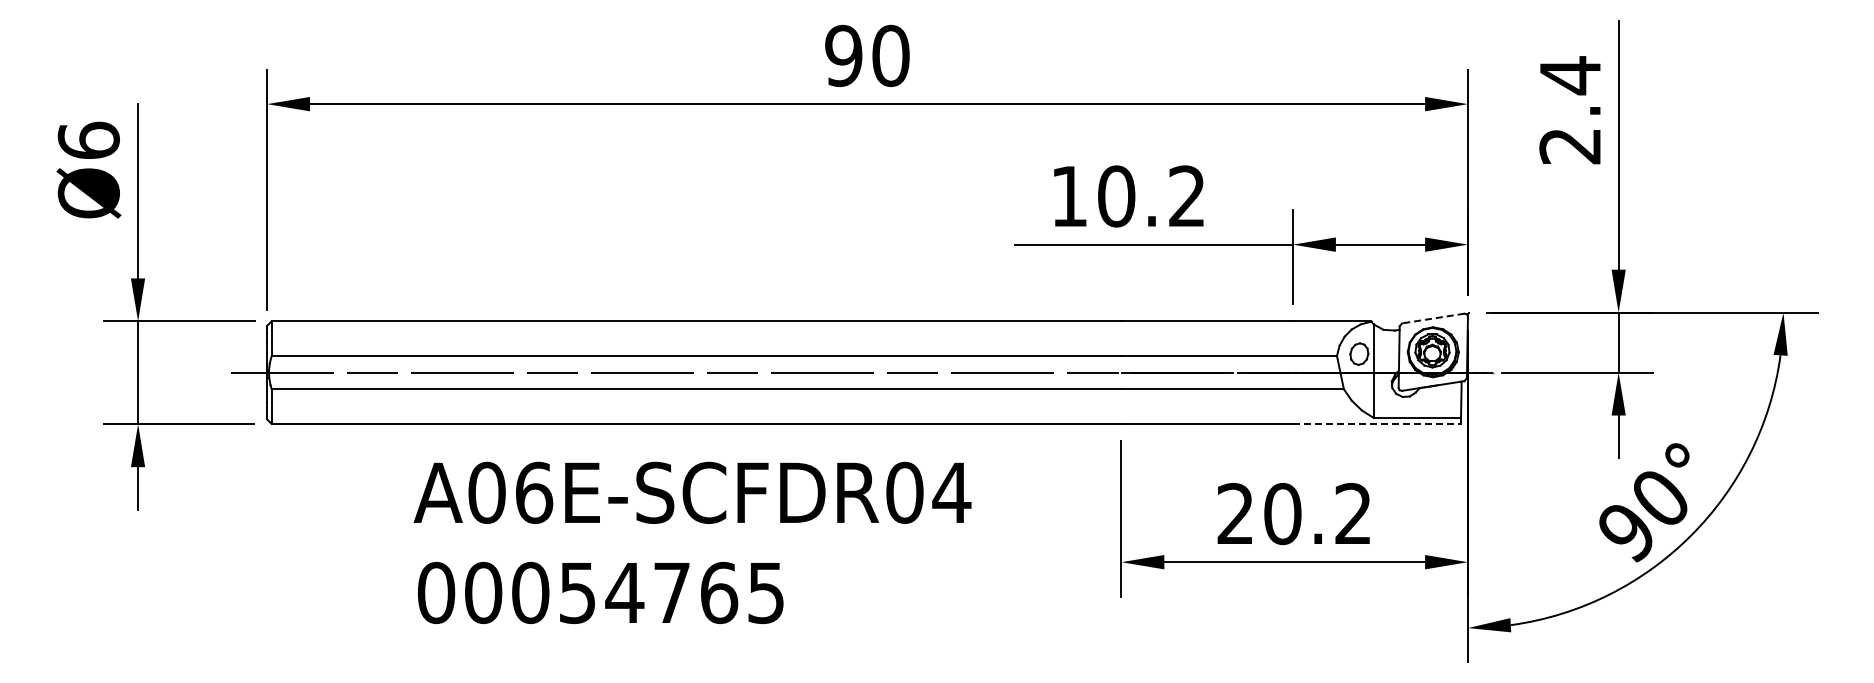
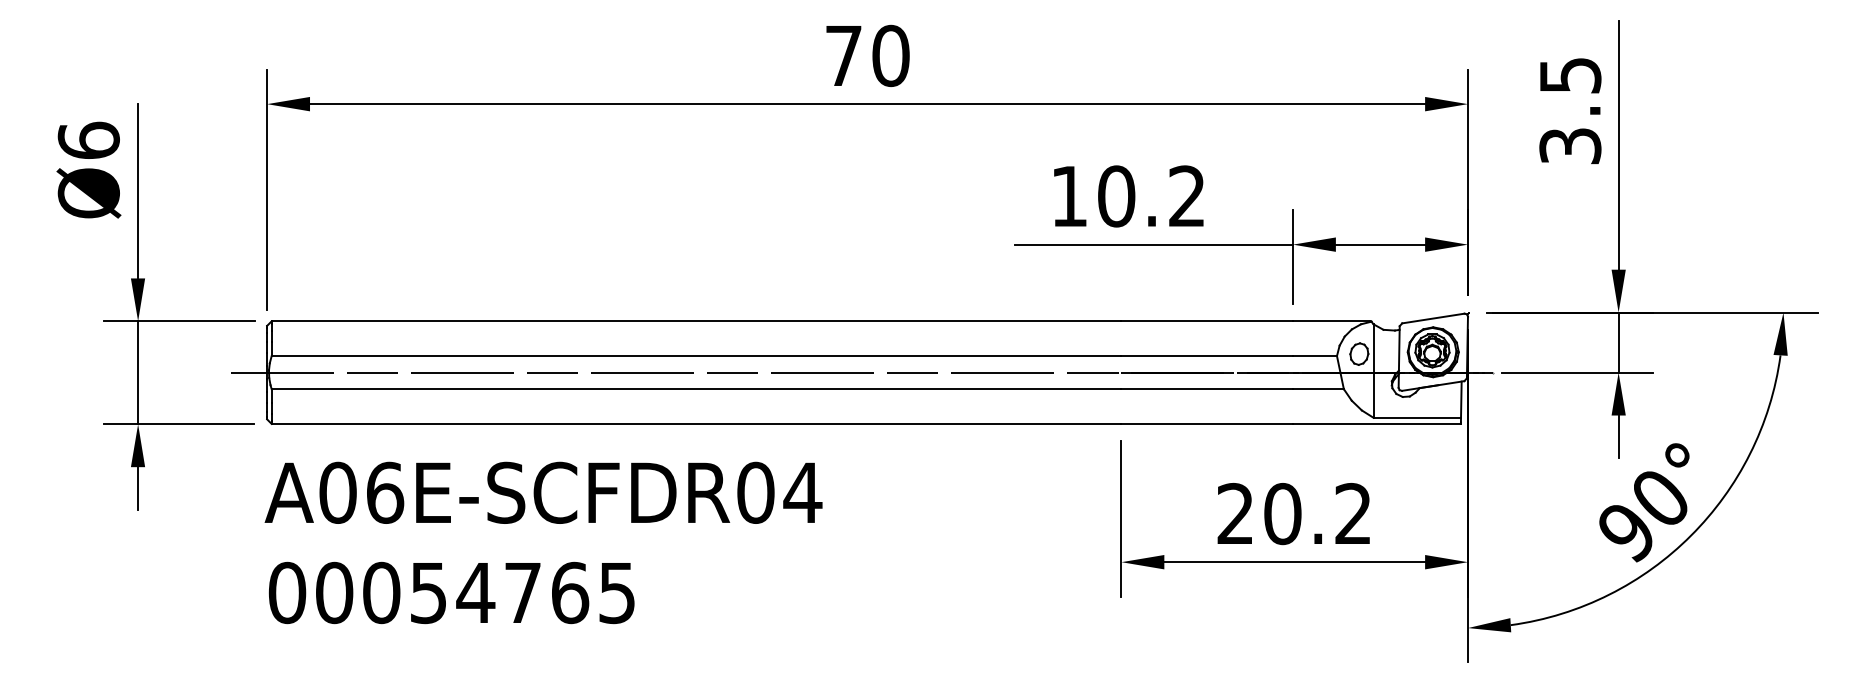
text at (843, 55): 90 -> 70
text at (1570, 110): 2.4 -> 3.5
line at (1433, 318): dashed -> solid
line at (1376, 423): dashed -> solid
text at (692, 542) position: (692, 542) -> (543, 542)
